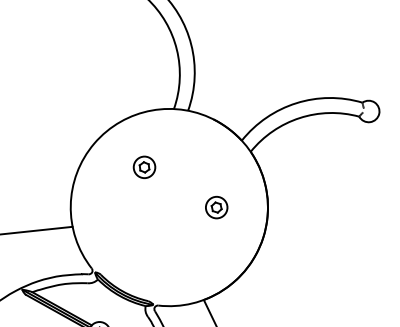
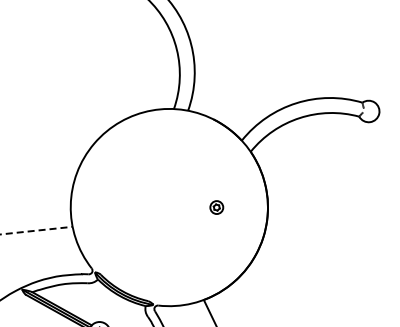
part at (144, 166): present -> none
part at (216, 207) size: 24x25 px -> 16x15 px
line at (37, 230): solid -> dashed
